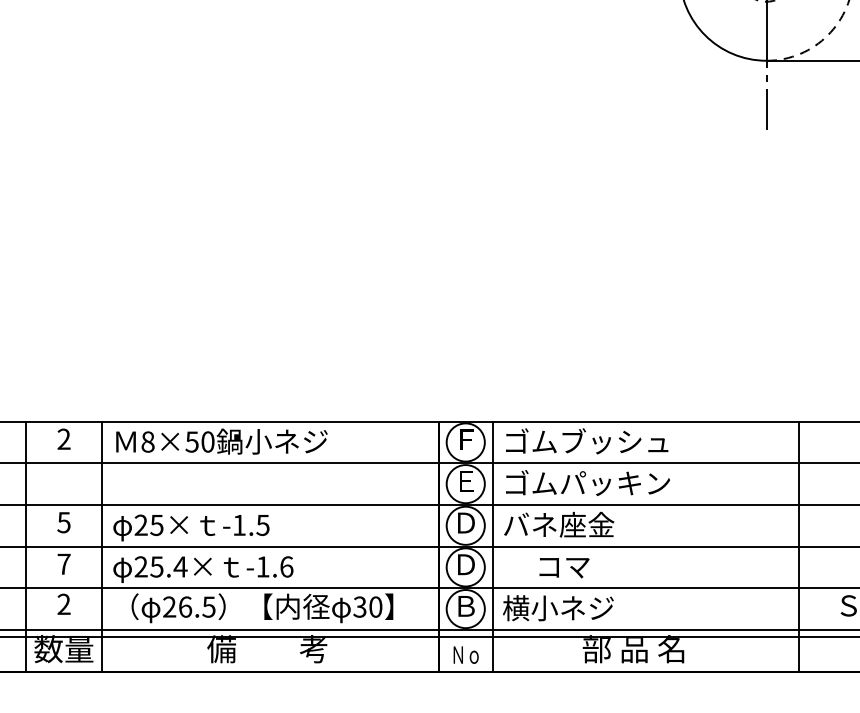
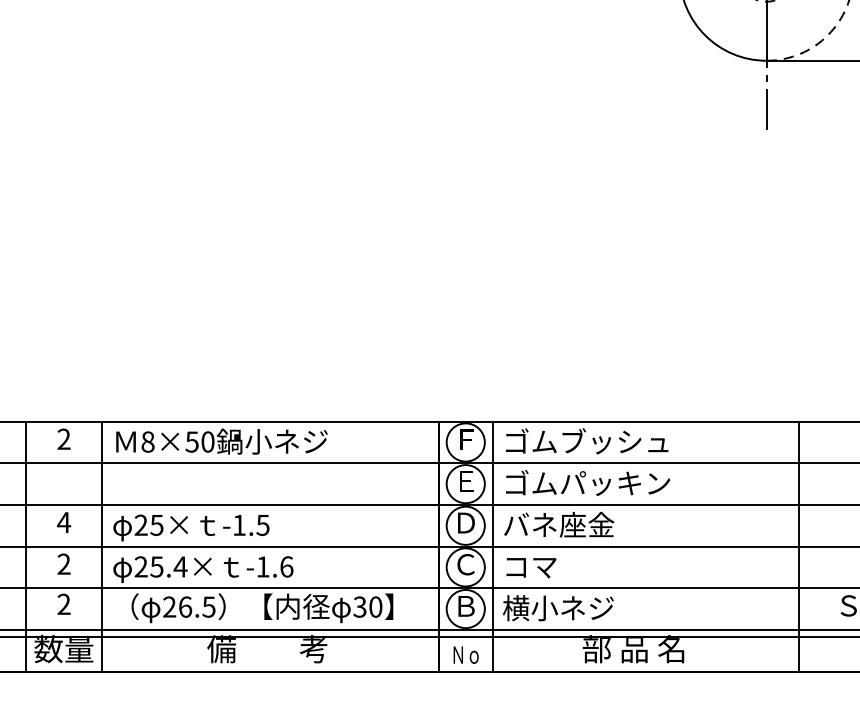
text at (63, 522): 5 -> 4
text at (63, 563): 7 -> 2
text at (465, 564): Ｄ -> Ｃ
text at (564, 568) position: (564, 568) -> (531, 568)
